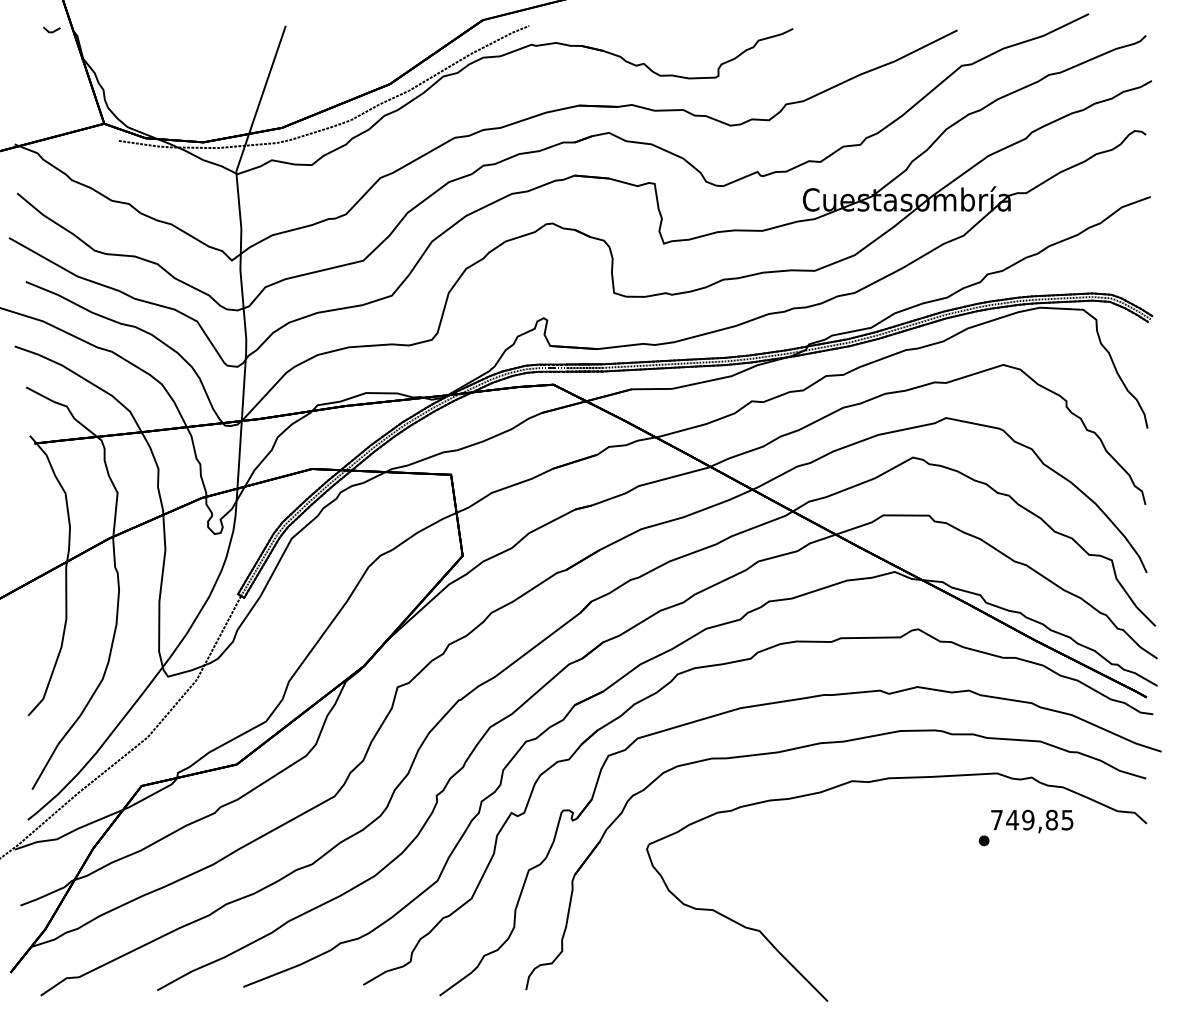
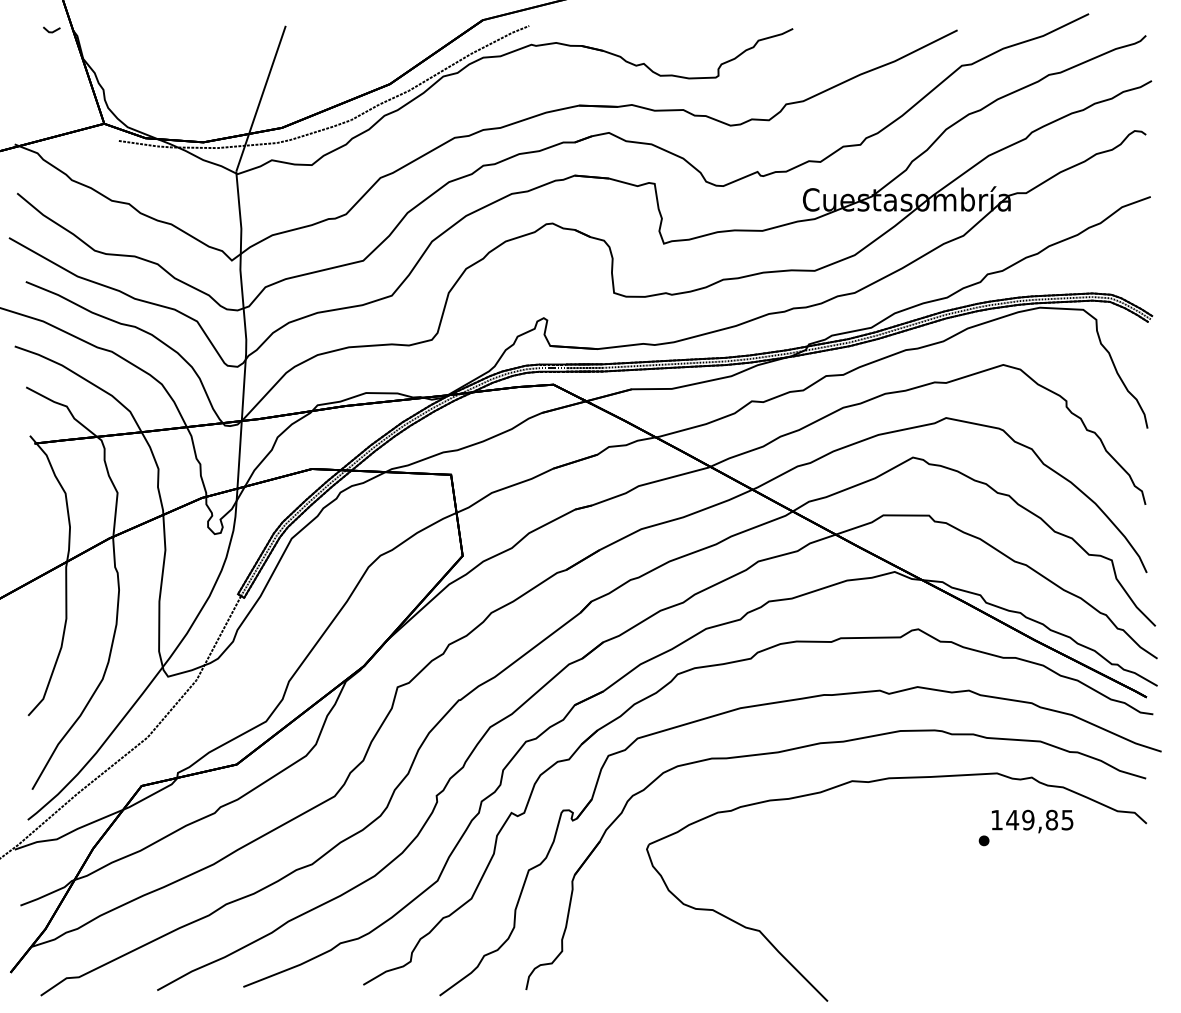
text at (996, 820): 749,85 -> 149,85
